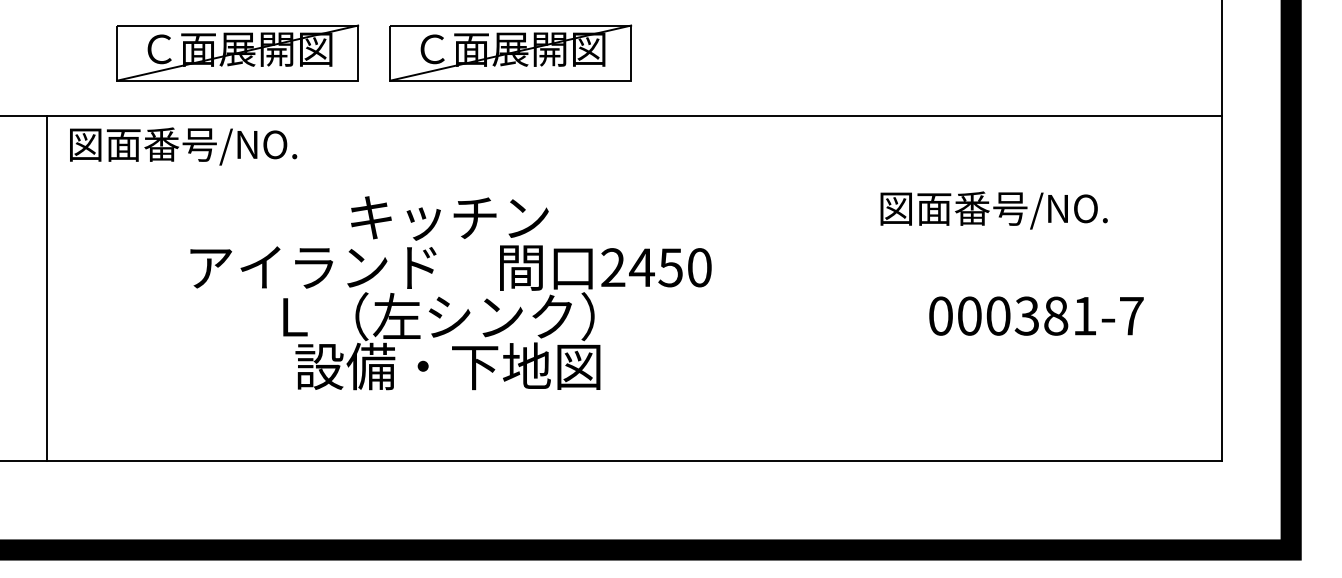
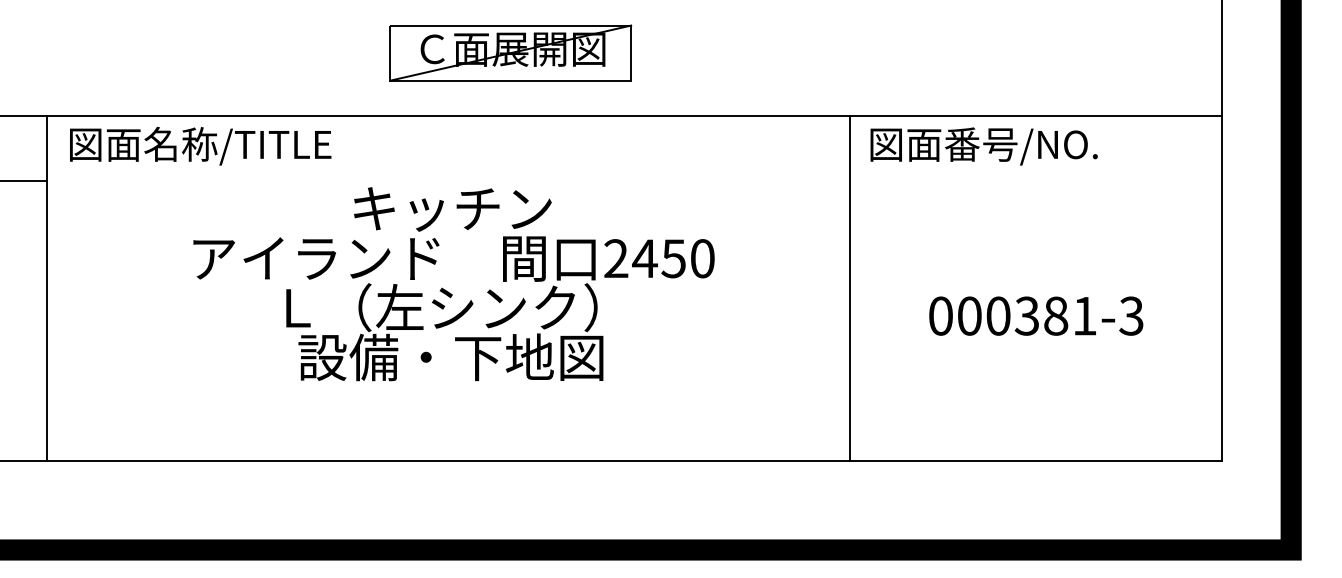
part at (237, 52): present -> none
text at (237, 143): 図面番号/NO. -> 図面名称/TITLE
line at (24, 181): none -> present
text at (993, 210) position: (993, 210) -> (983, 146)
line at (850, 288): none -> present
text at (450, 293) position: (450, 293) -> (453, 284)
text at (1131, 315): 000381-7 -> 000381-3
